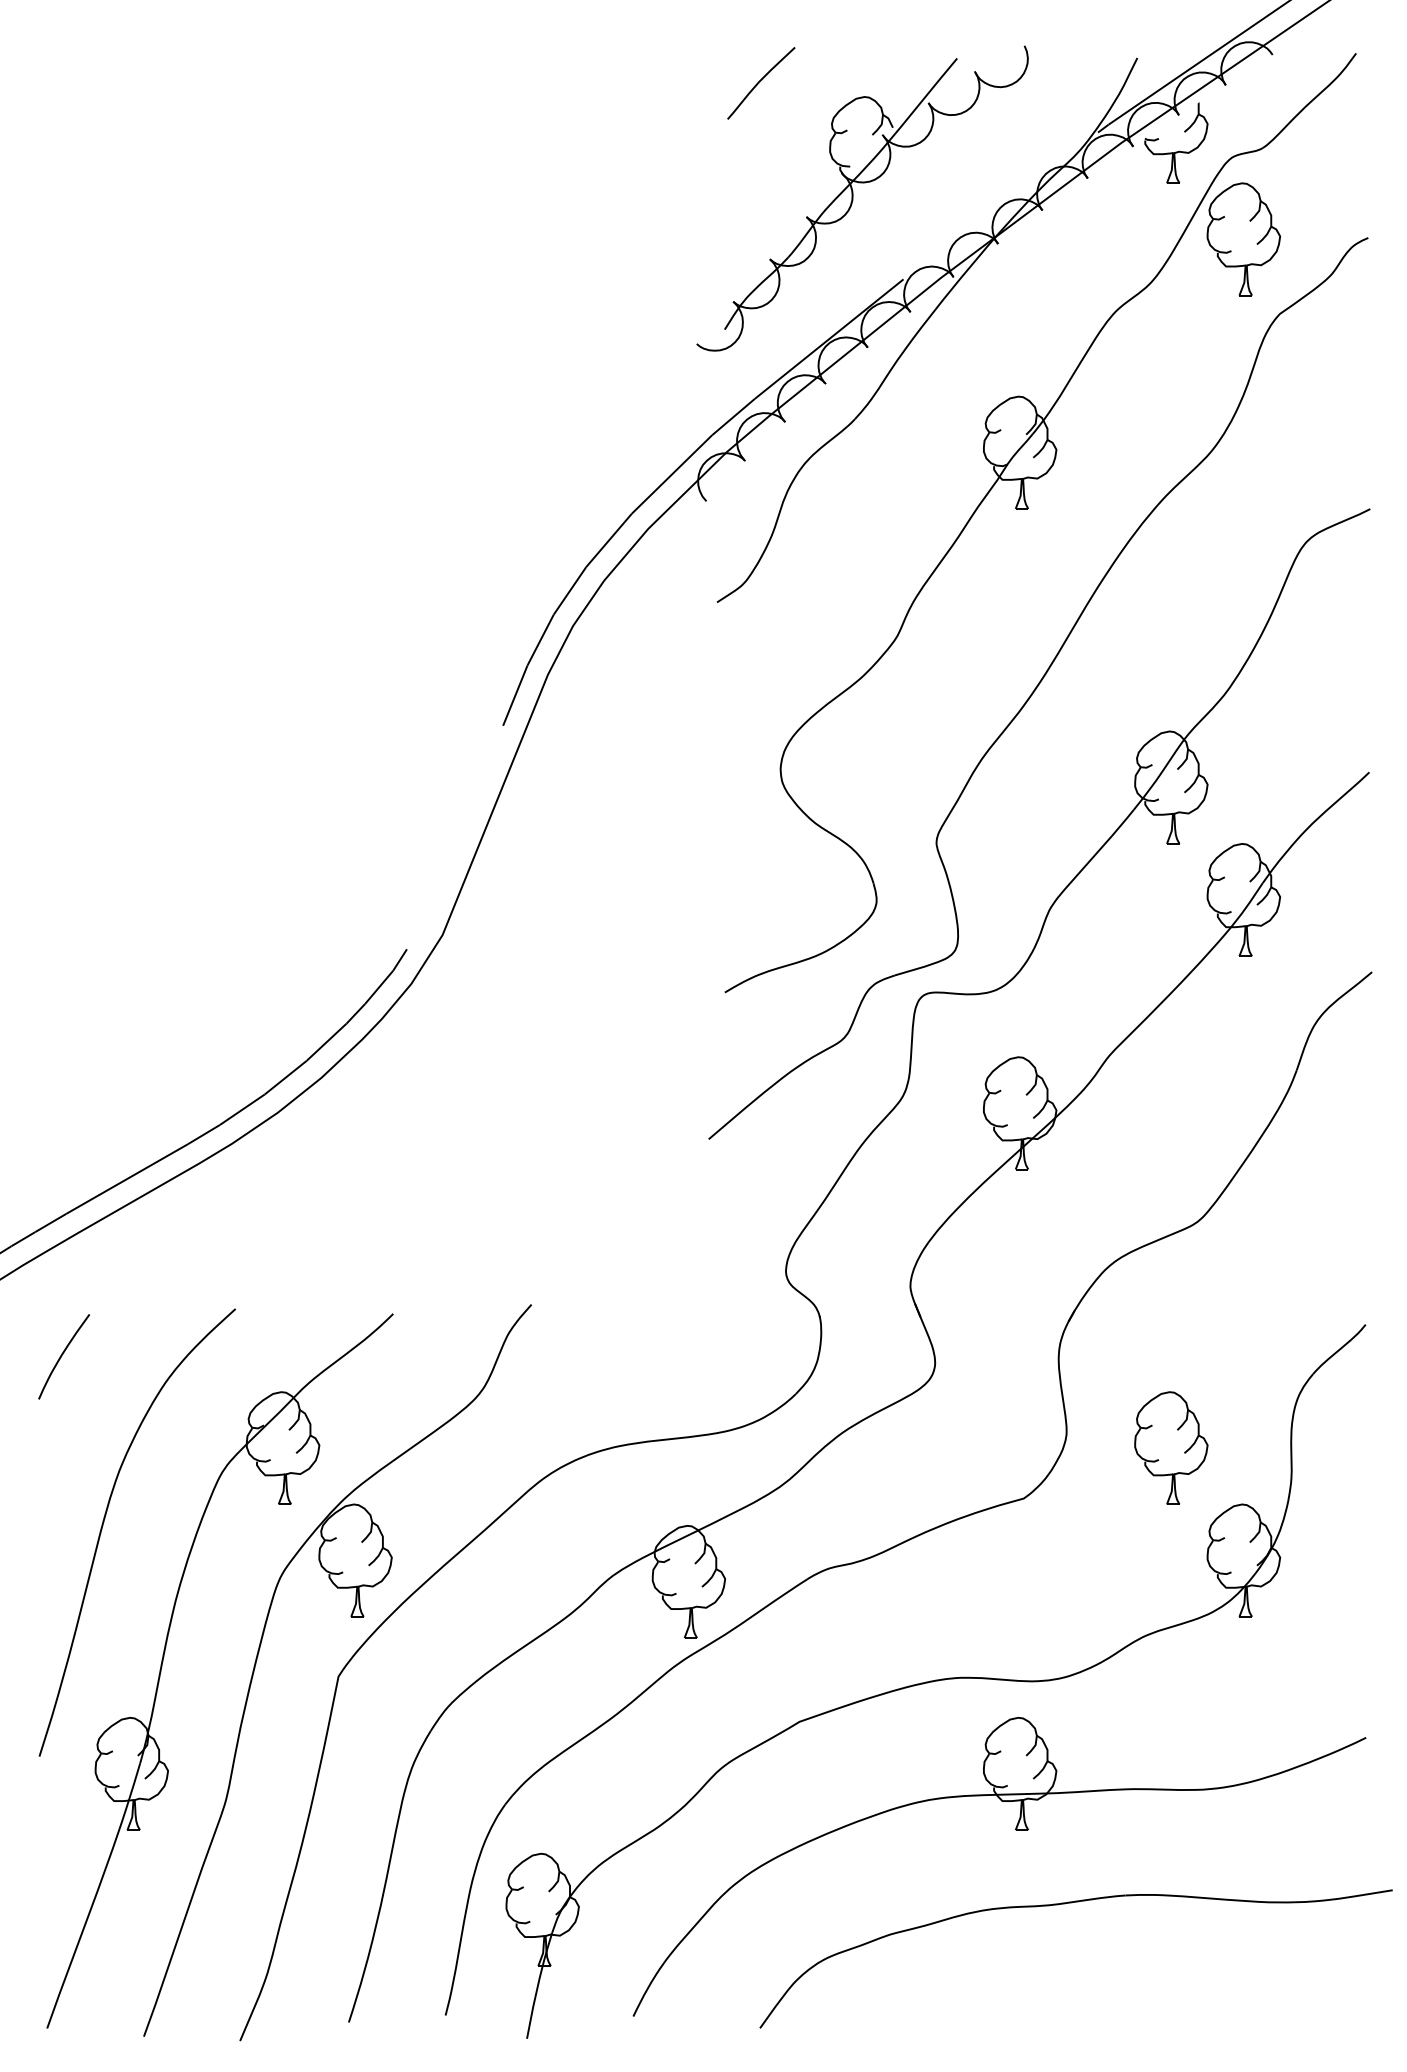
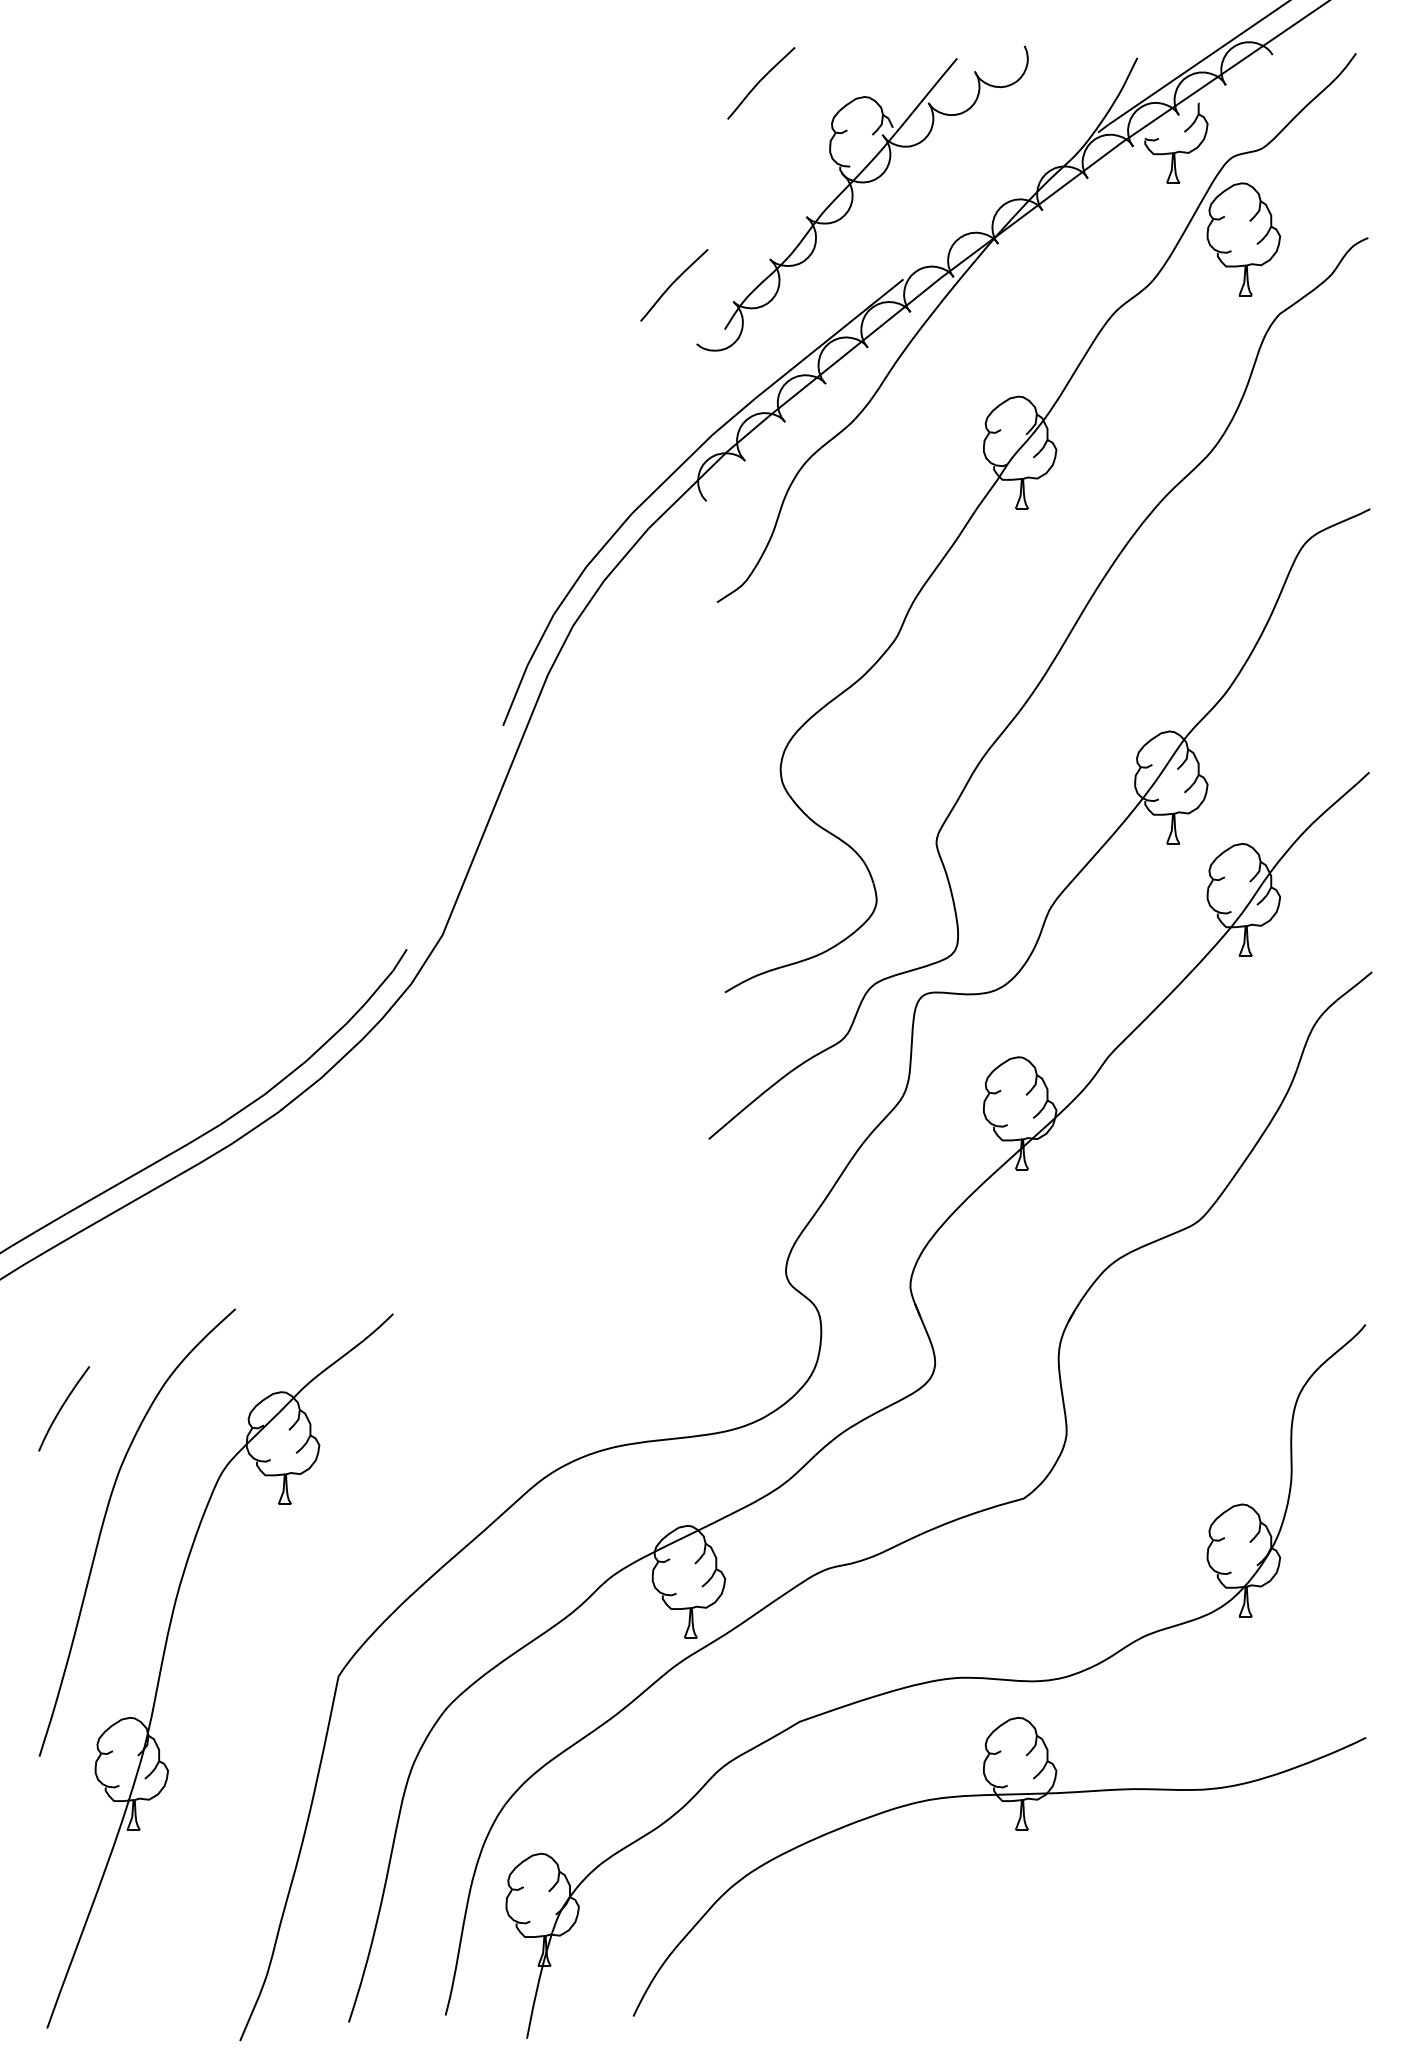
curve at (672, 285): none -> present
curve at (62, 1356) position: (62, 1356) -> (62, 1408)
part at (1171, 1447): present -> none
part at (351, 1617): present -> none
part at (1065, 1904): present -> none
